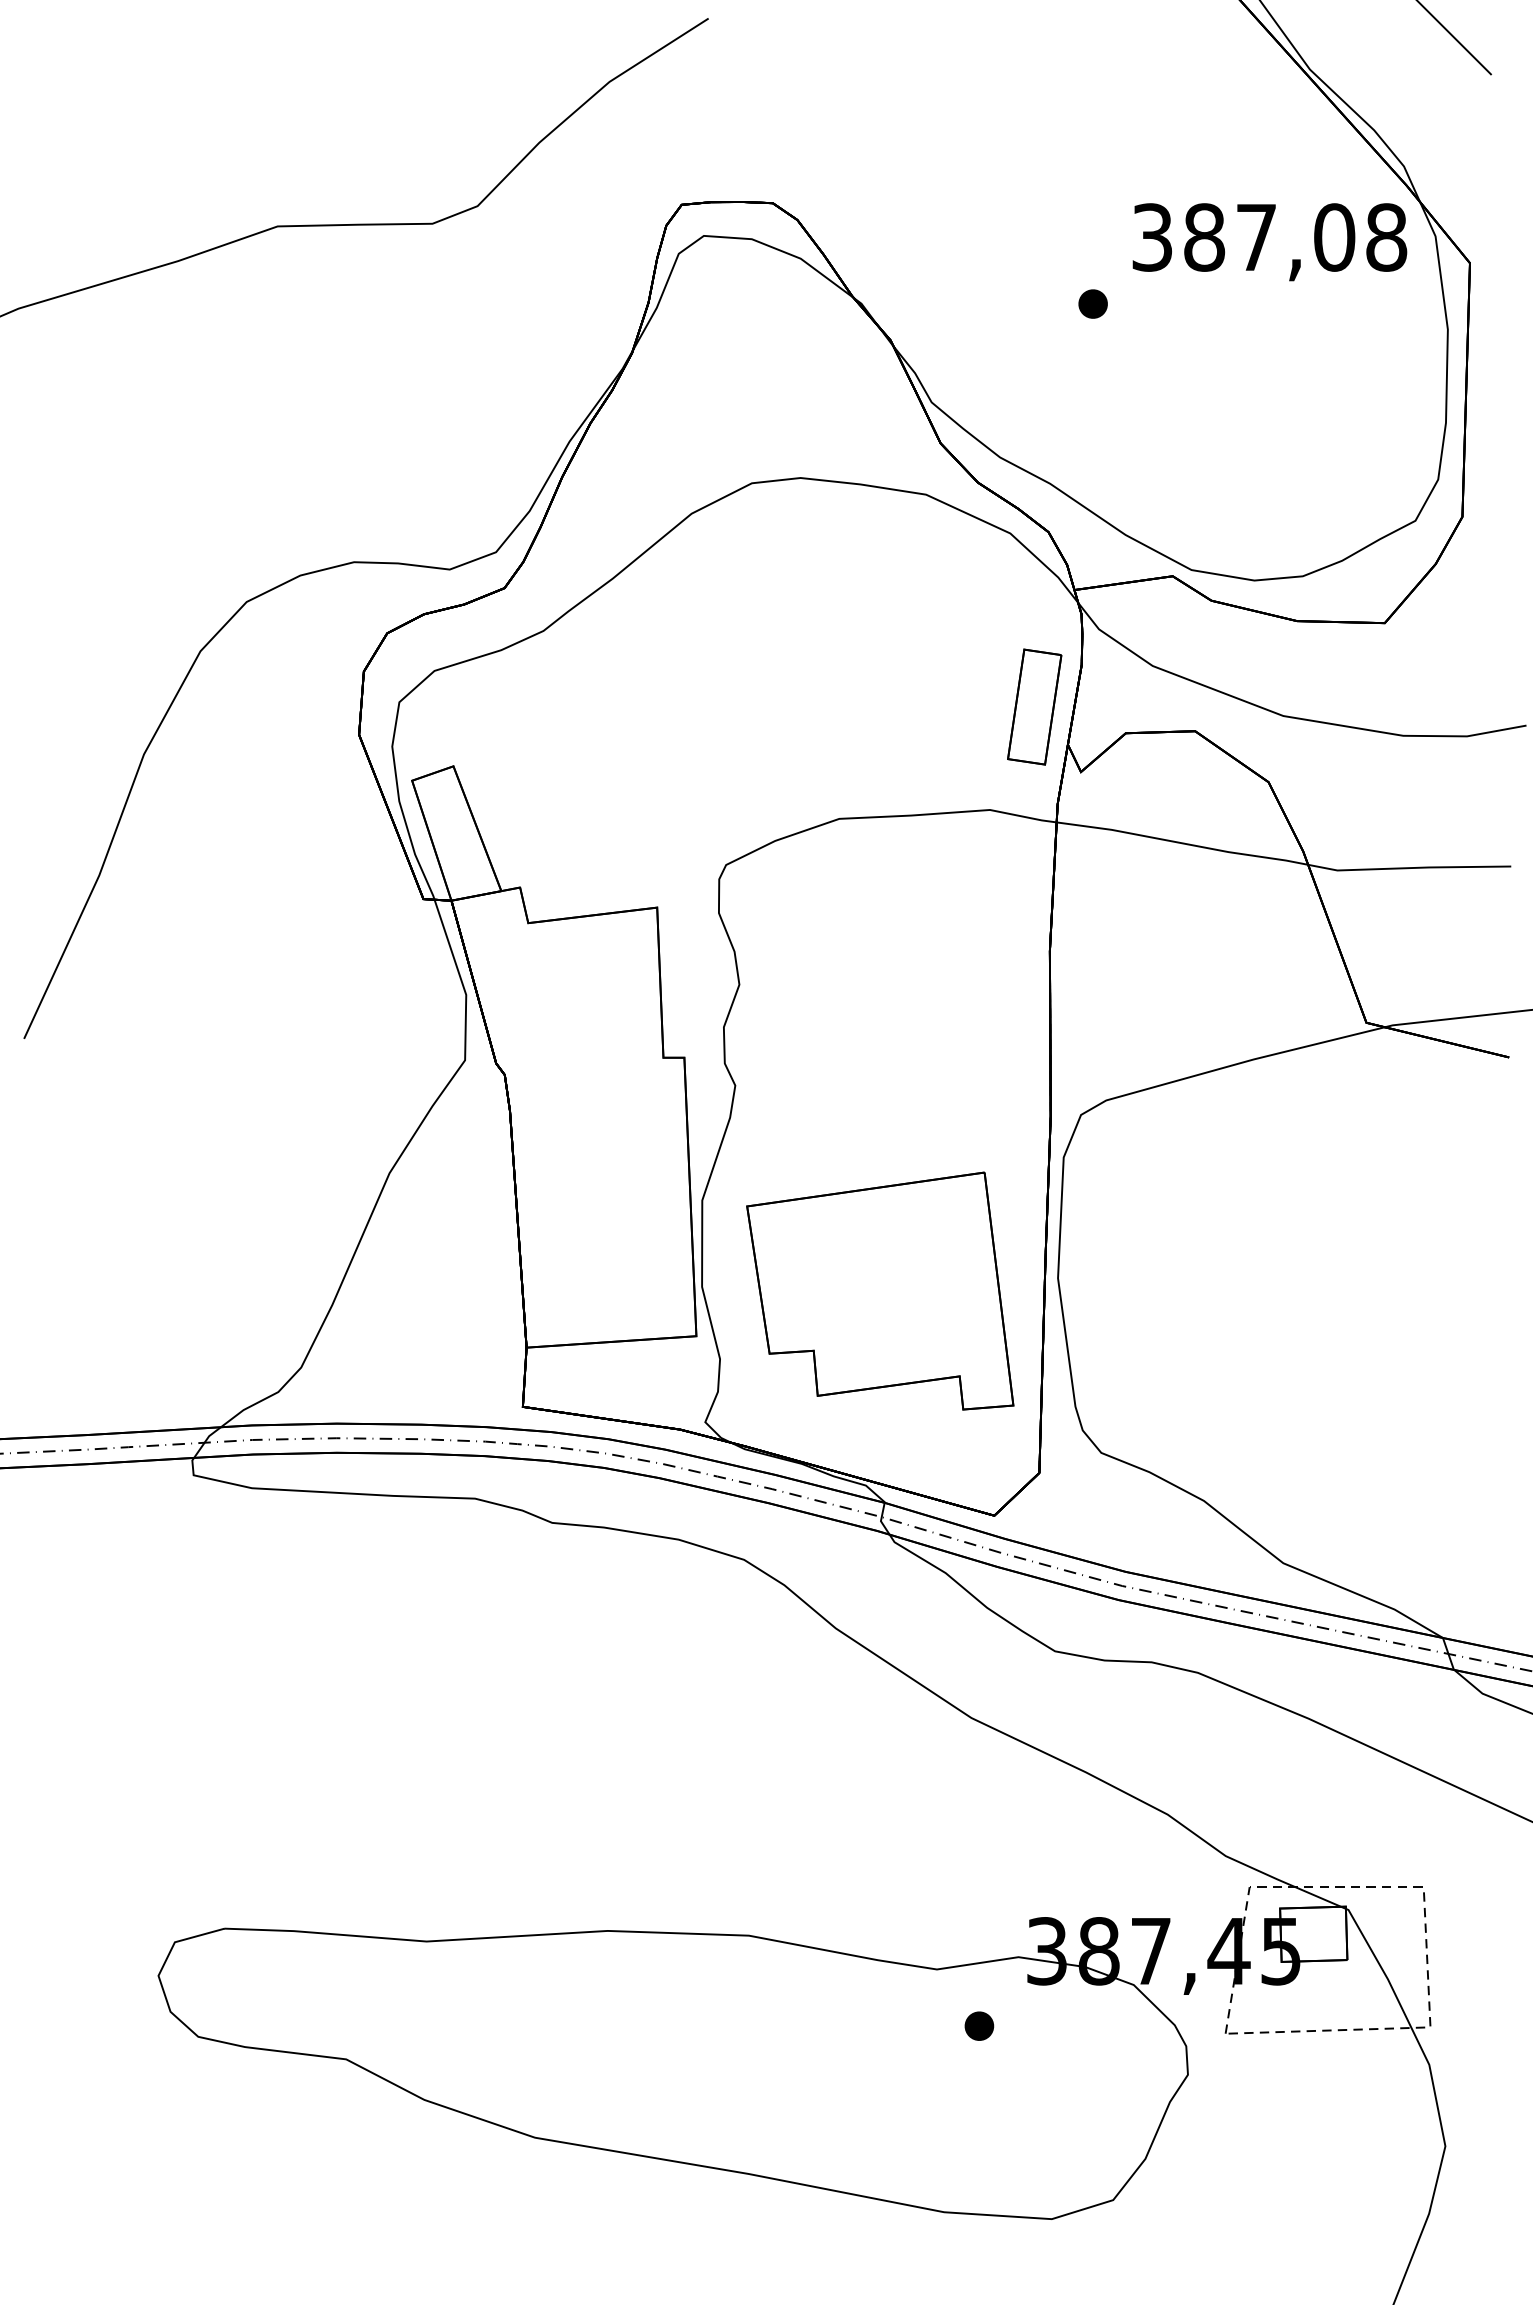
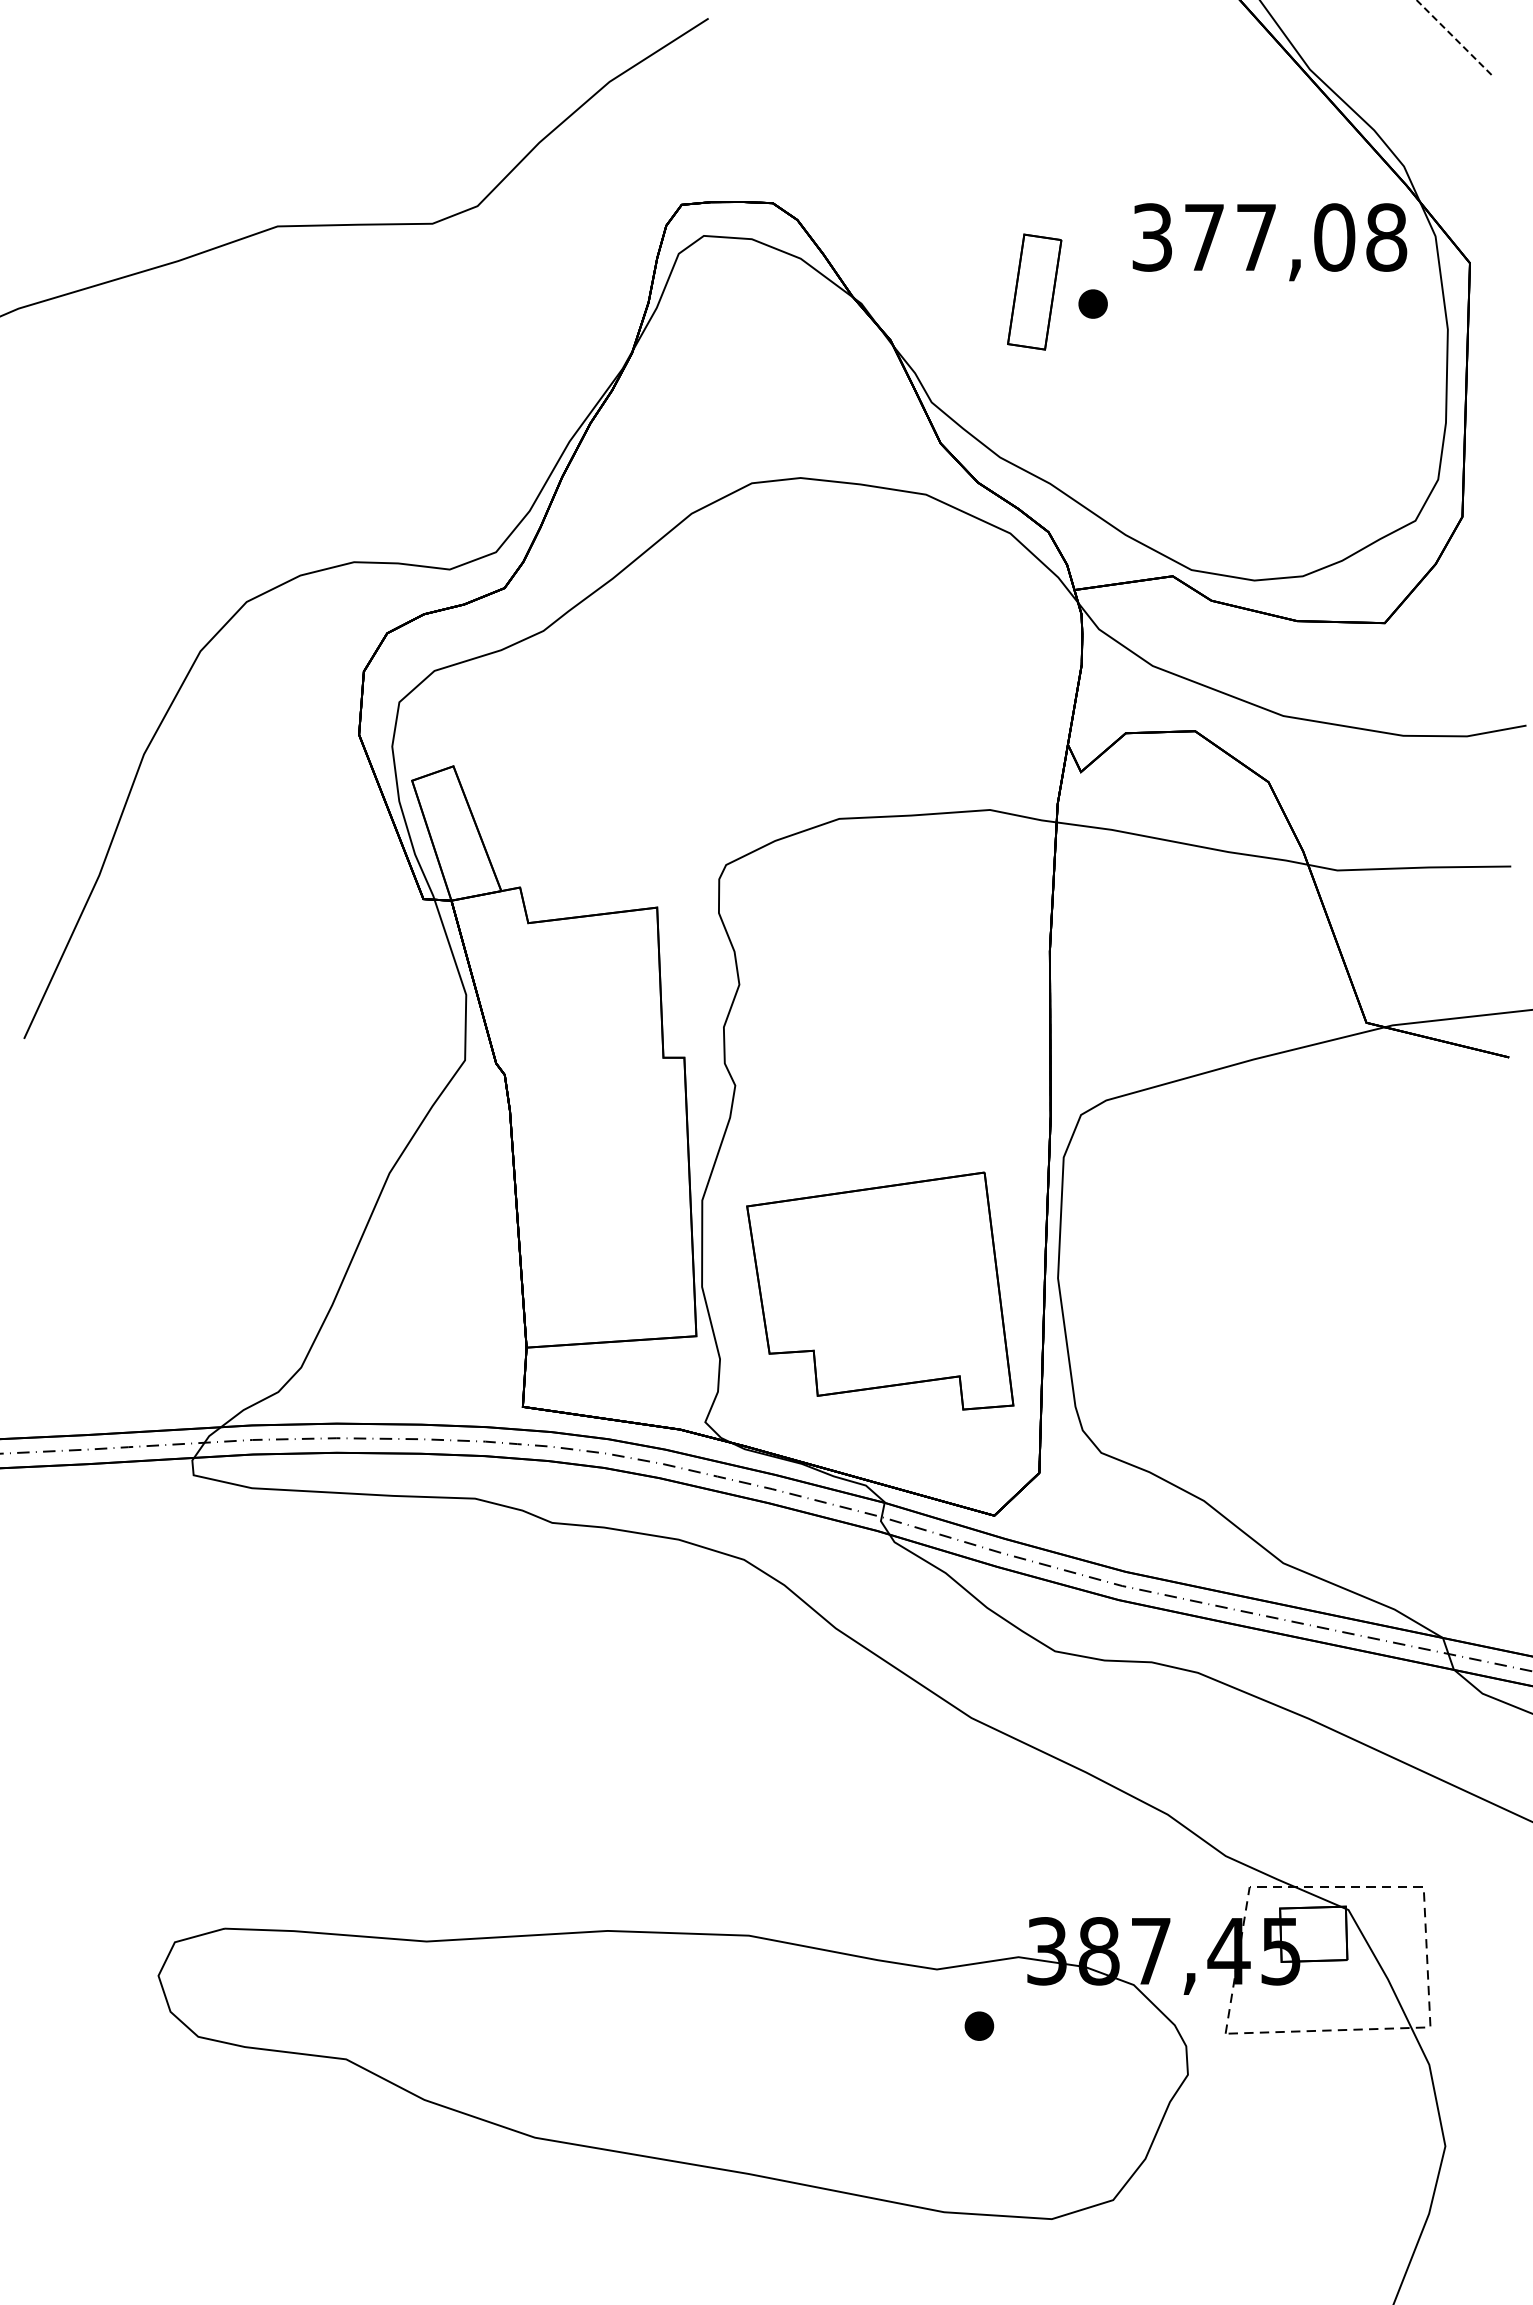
line at (1454, 37): solid -> dashed
text at (1204, 237): 387,08 -> 377,08
part at (1034, 706) position: (1034, 706) -> (1034, 291)
